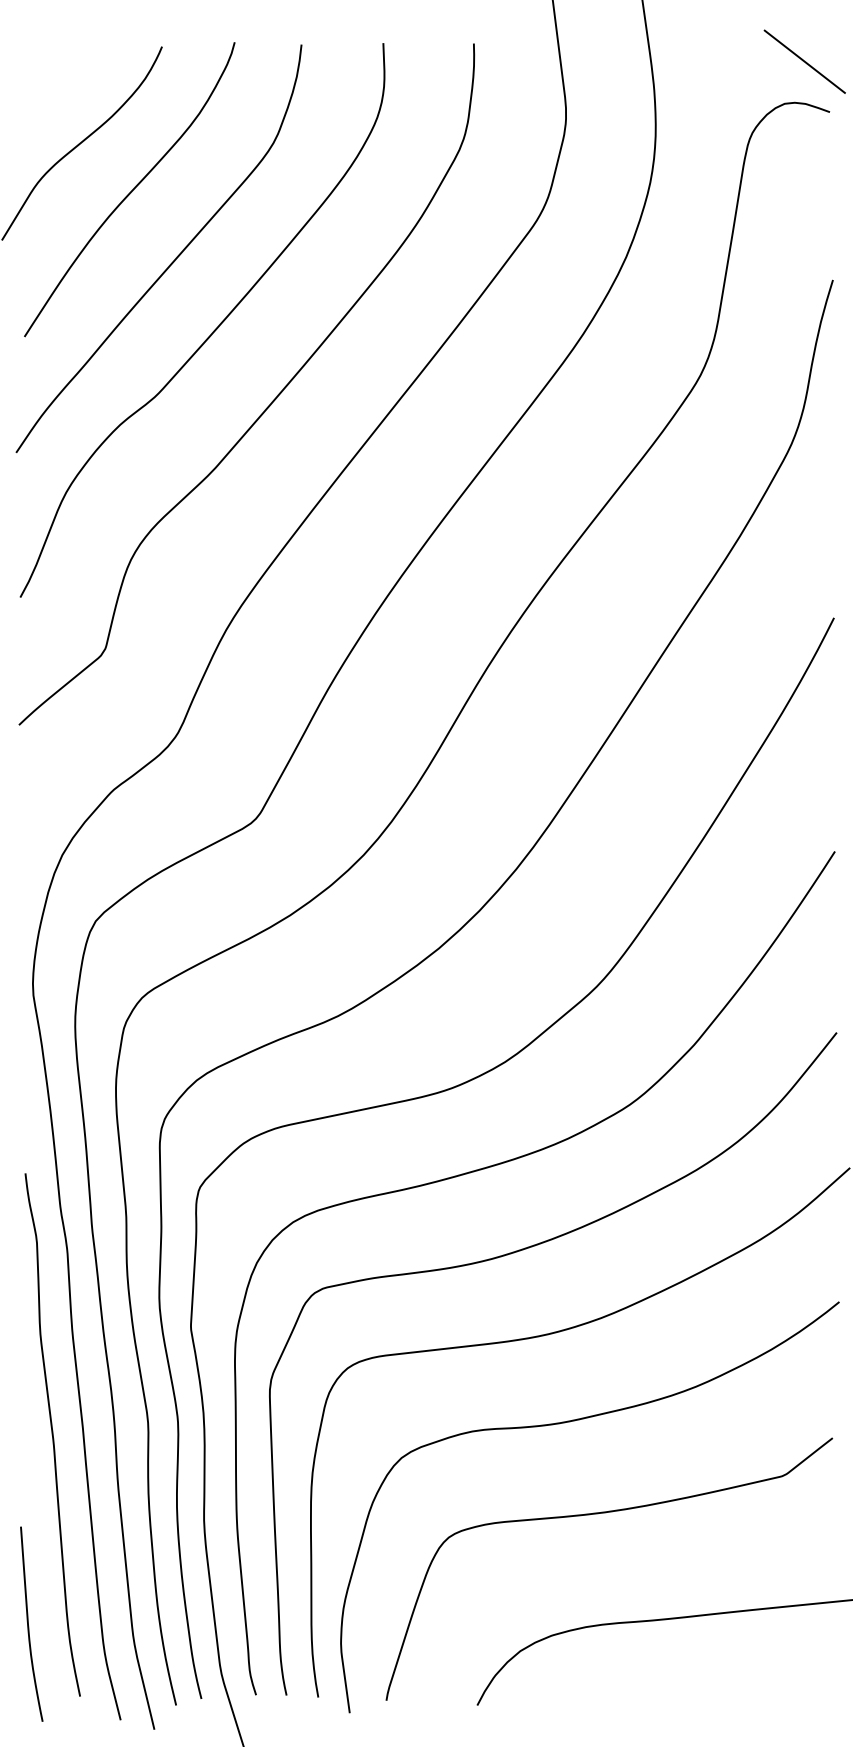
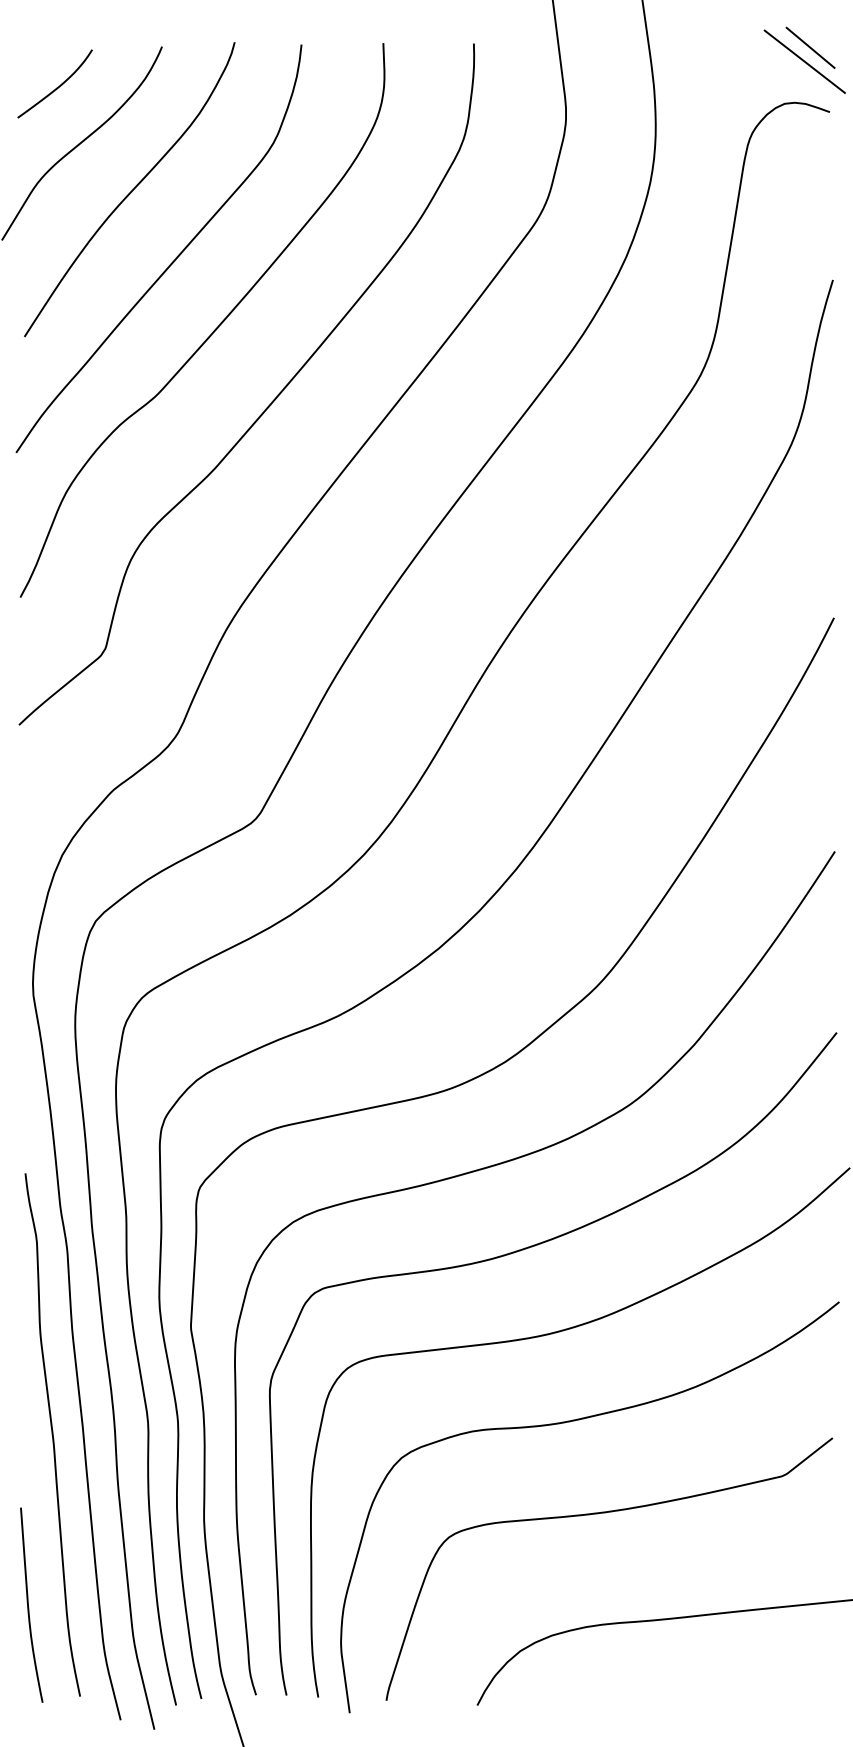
line at (810, 47): none -> present
curve at (56, 87): none -> present
curve at (28, 1623) position: (28, 1623) -> (28, 1604)
